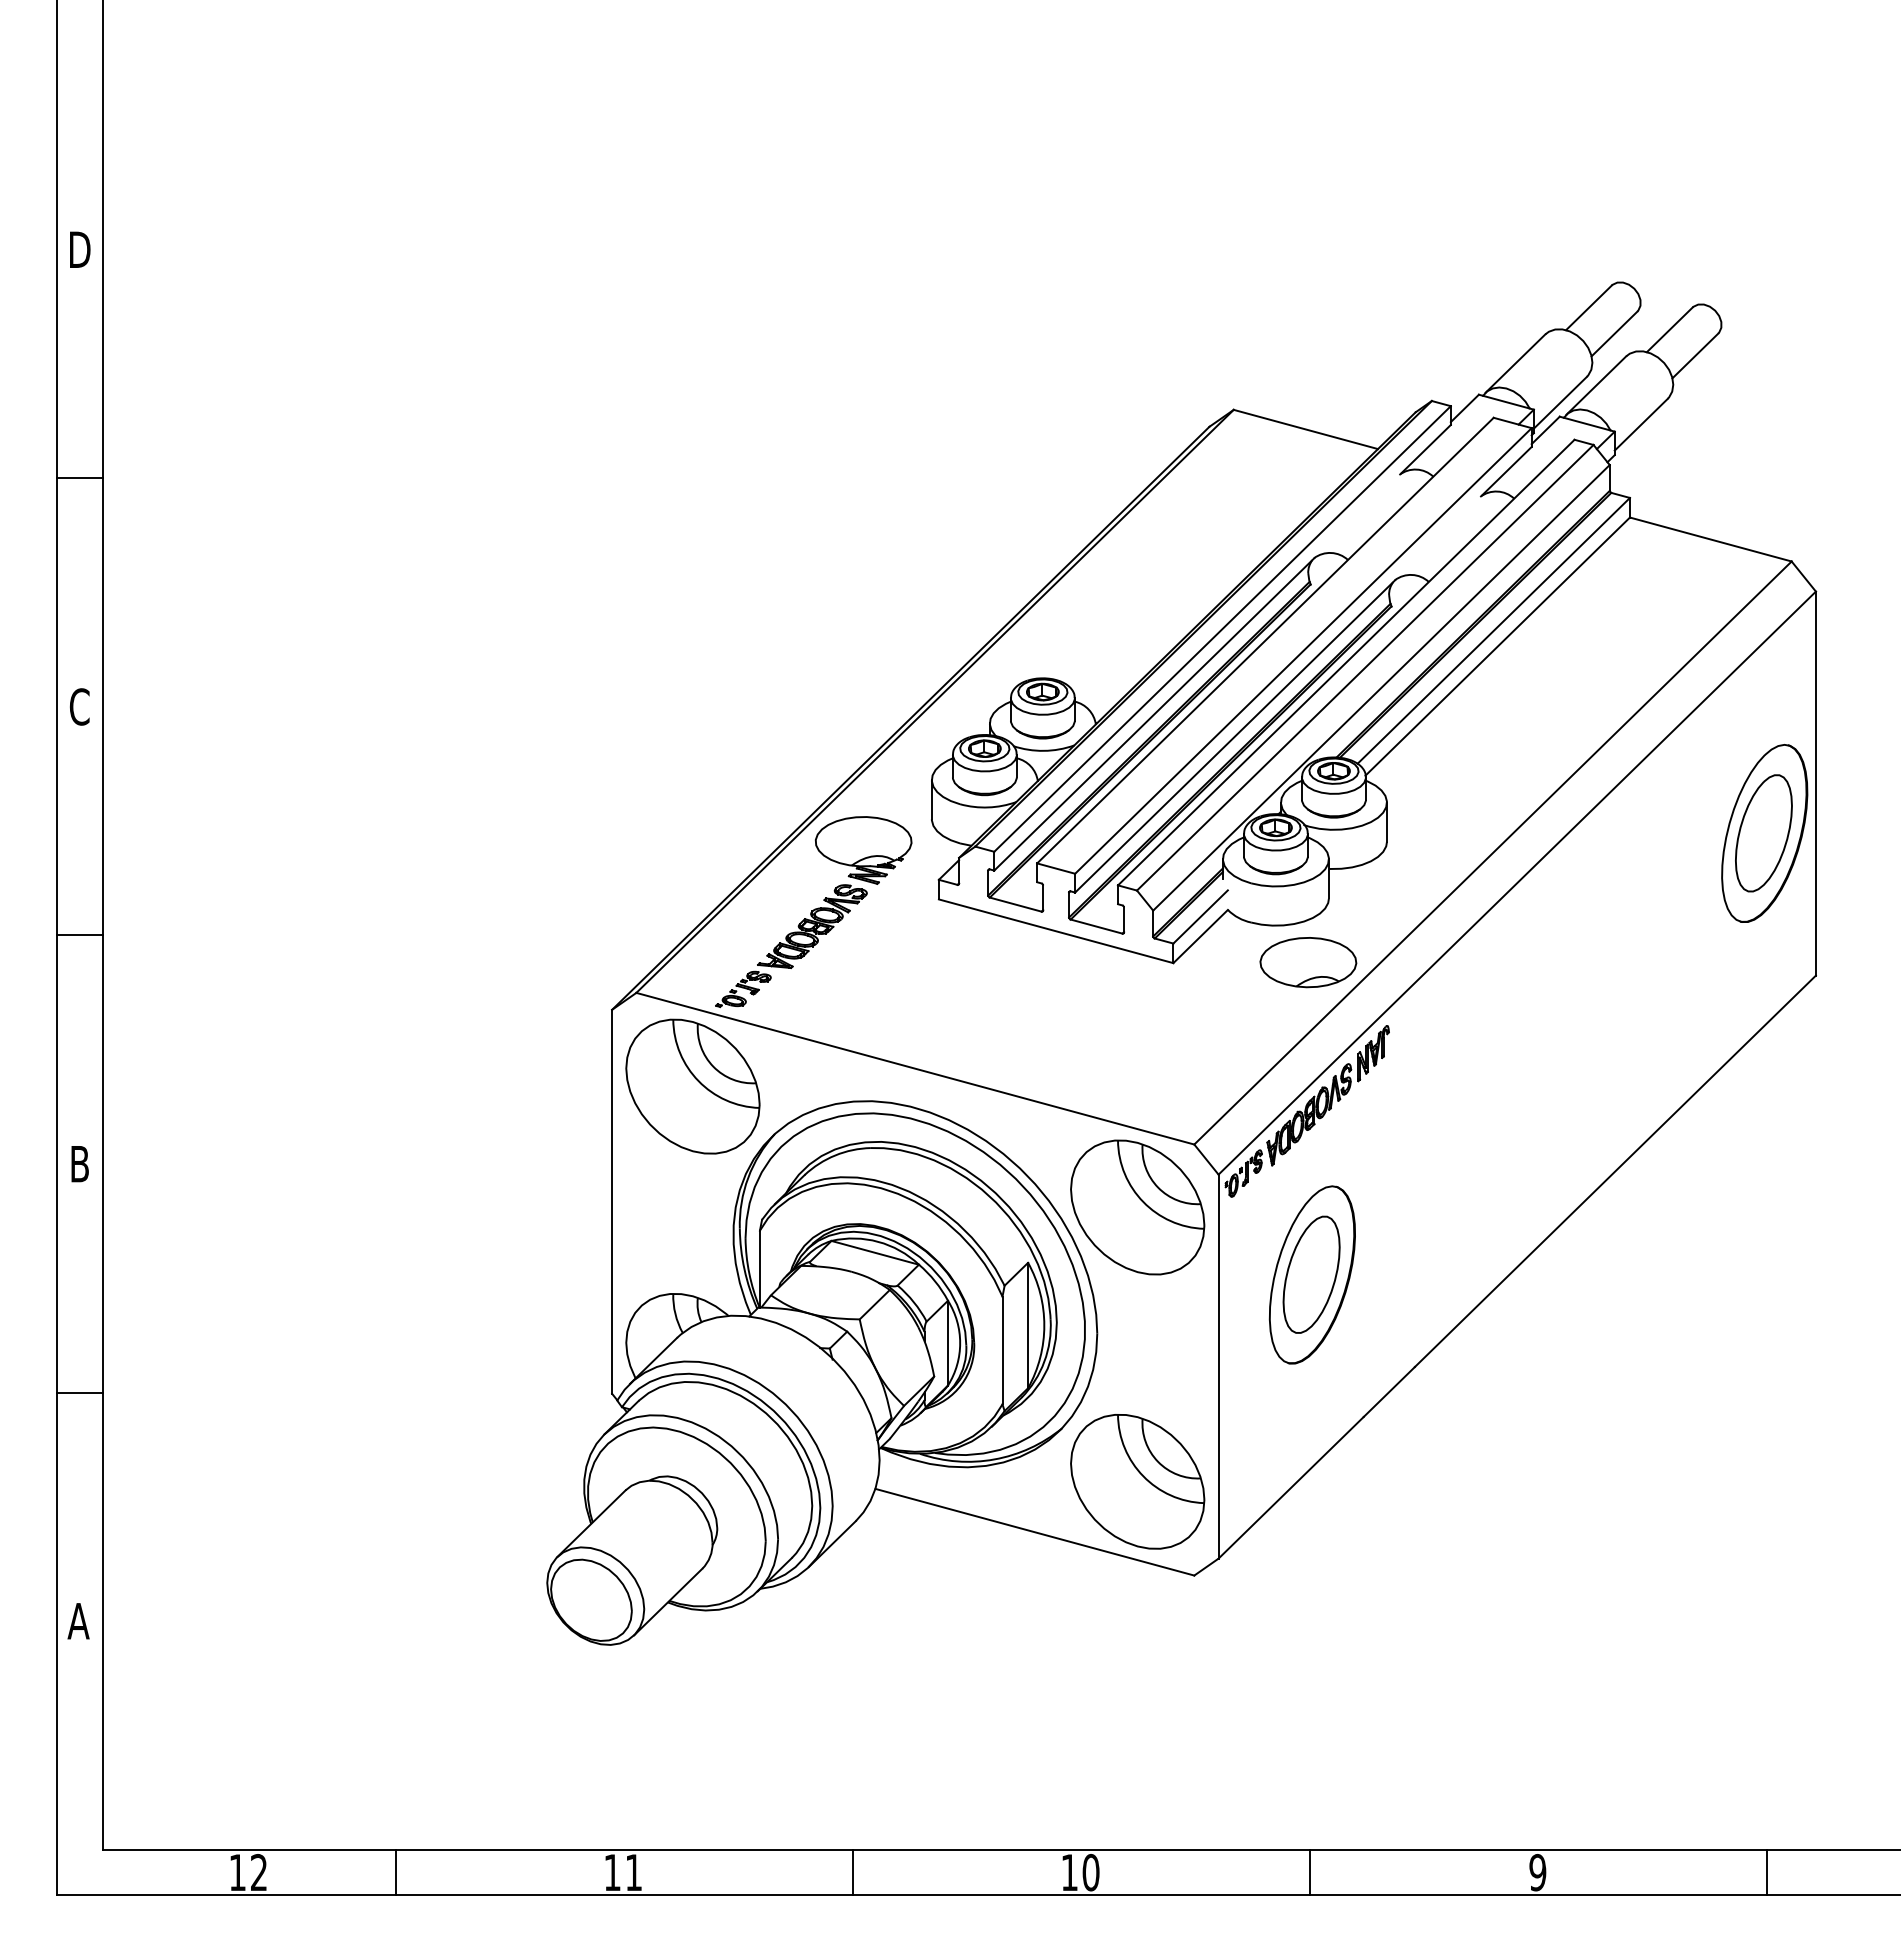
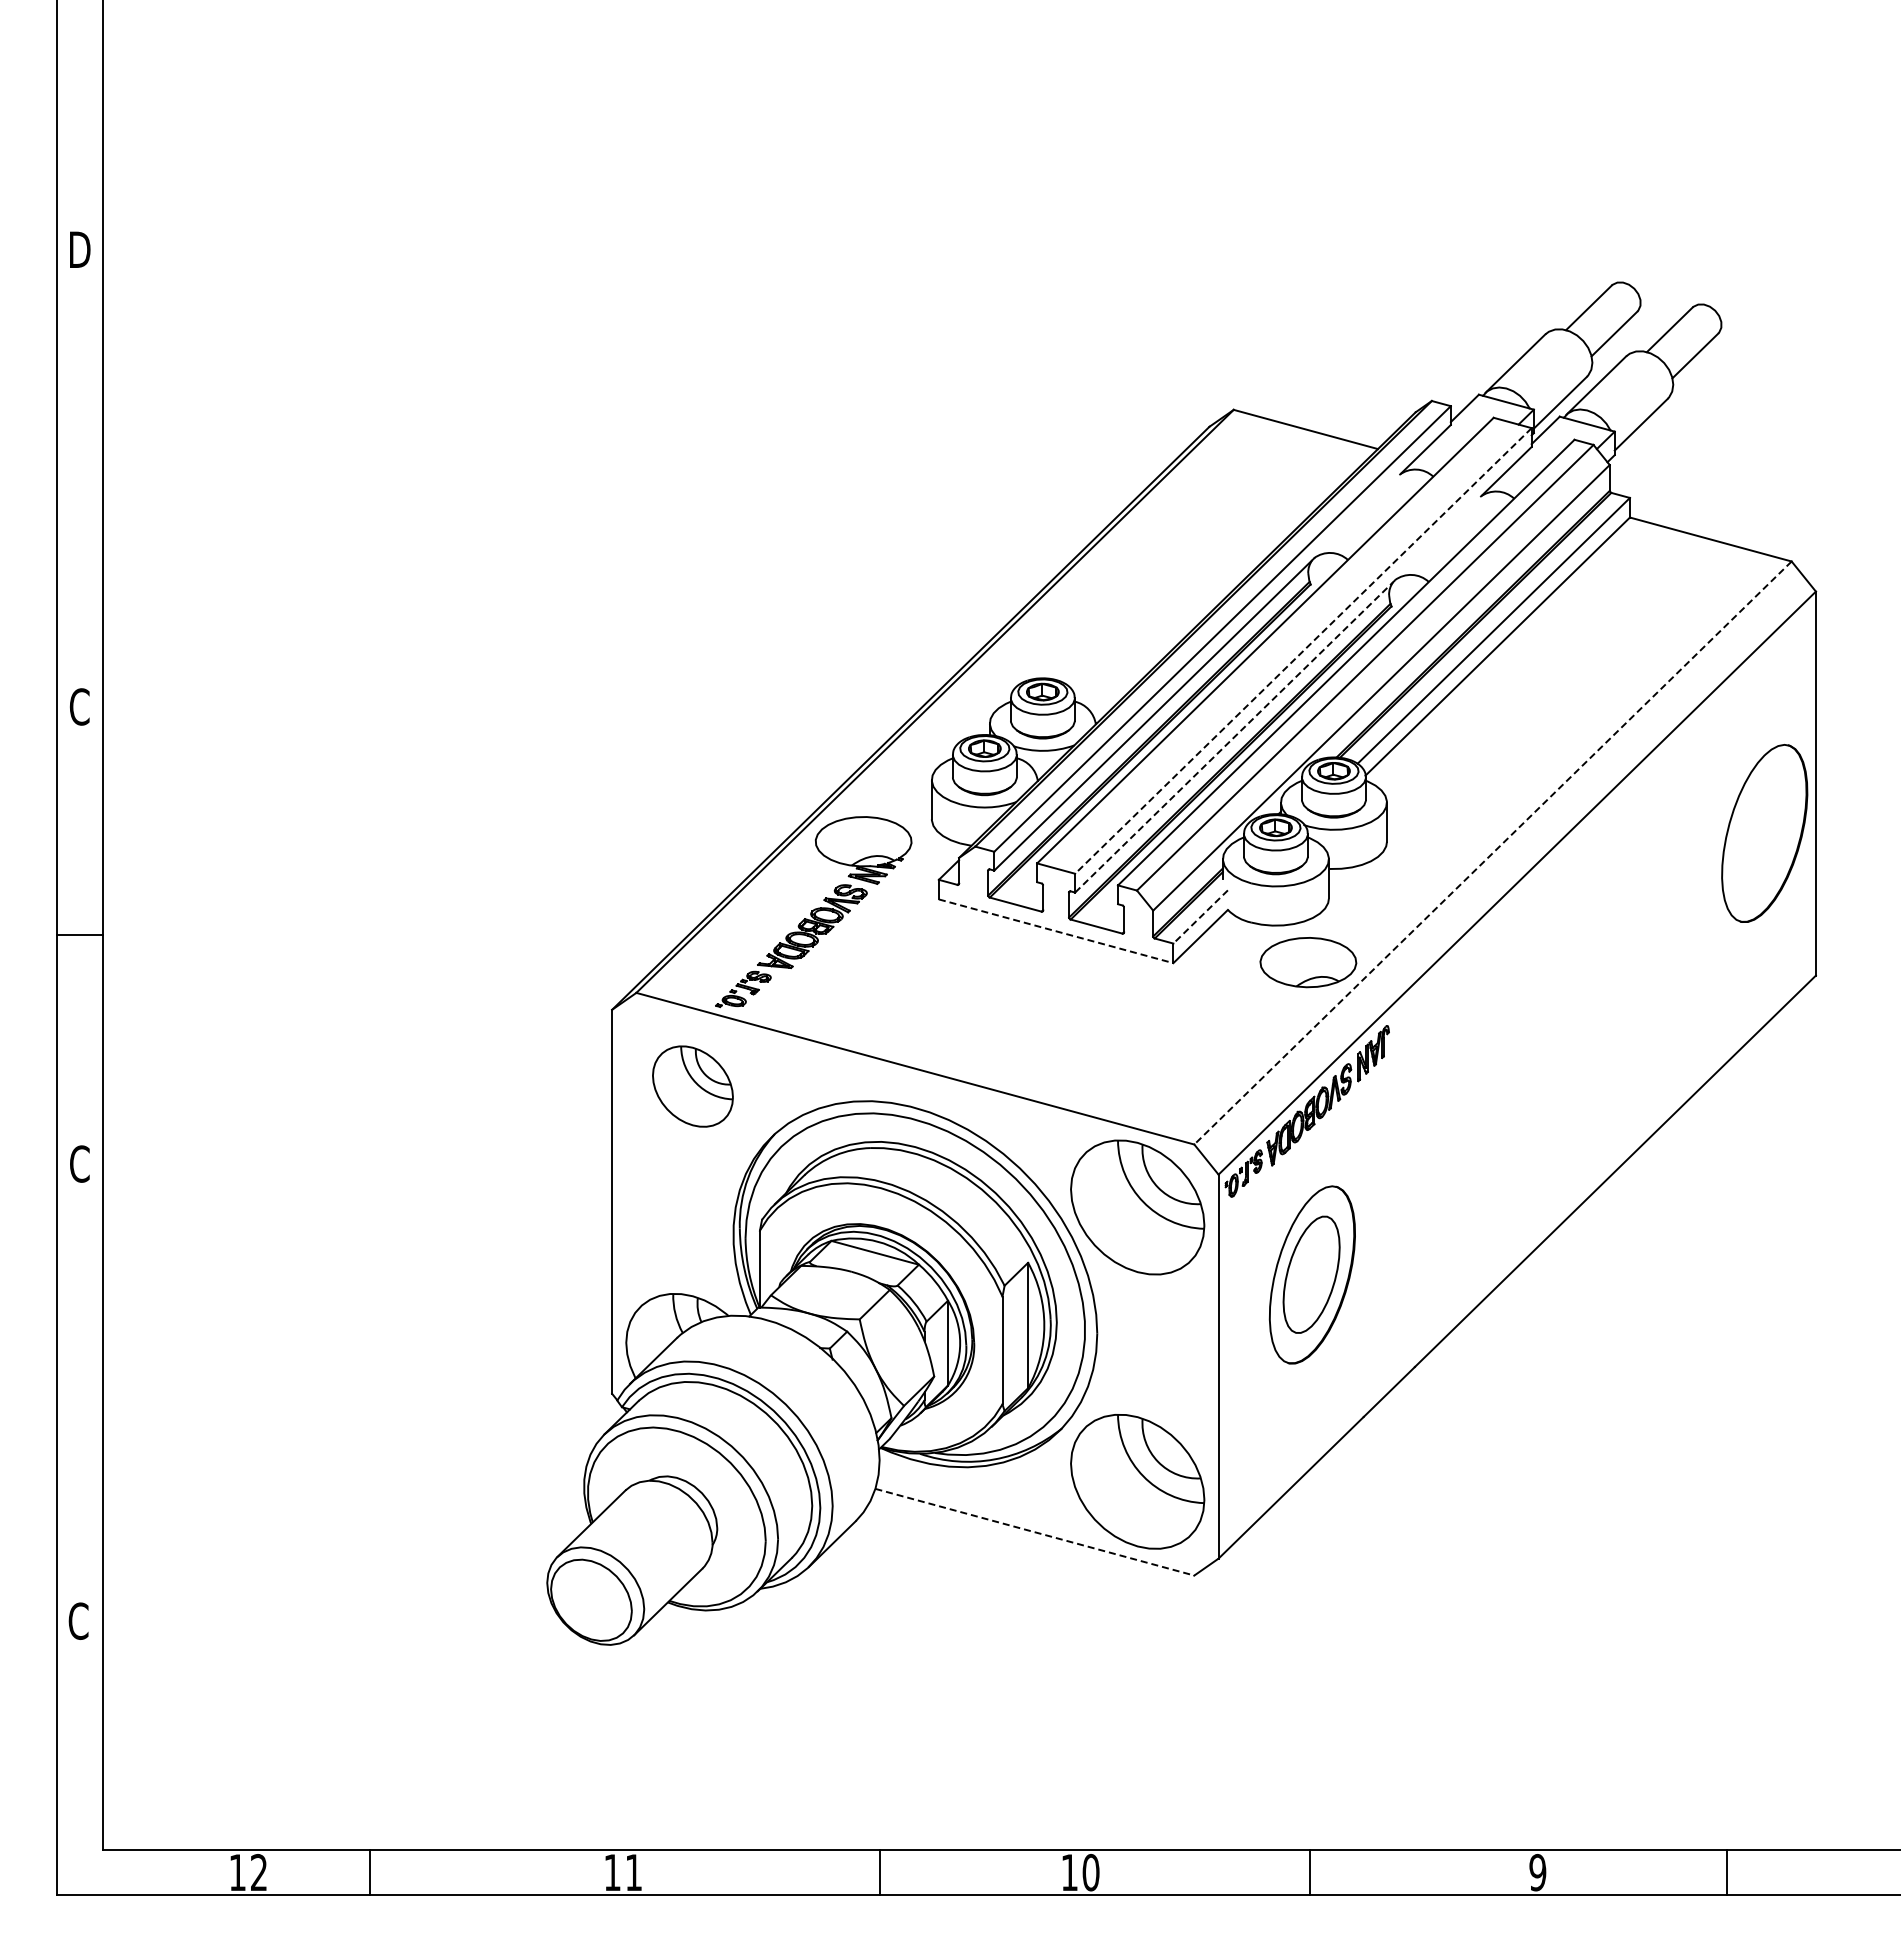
line at (79, 478): present -> none
line at (1303, 650): solid -> dashed
line at (1235, 736): solid -> dashed
part at (1763, 833): present -> none
line at (1492, 853): solid -> dashed
line at (1200, 917): solid -> dashed
line at (1056, 931): solid -> dashed
part at (692, 1086) size: 136x137 px -> 82x83 px
text at (79, 1163): B -> C
line at (79, 1392): present -> none
line at (1035, 1532): solid -> dashed
text at (78, 1620): A -> C
line at (395, 1872) position: (395, 1872) -> (369, 1872)
line at (852, 1872) position: (852, 1872) -> (879, 1872)
line at (1766, 1872) position: (1766, 1872) -> (1726, 1872)
